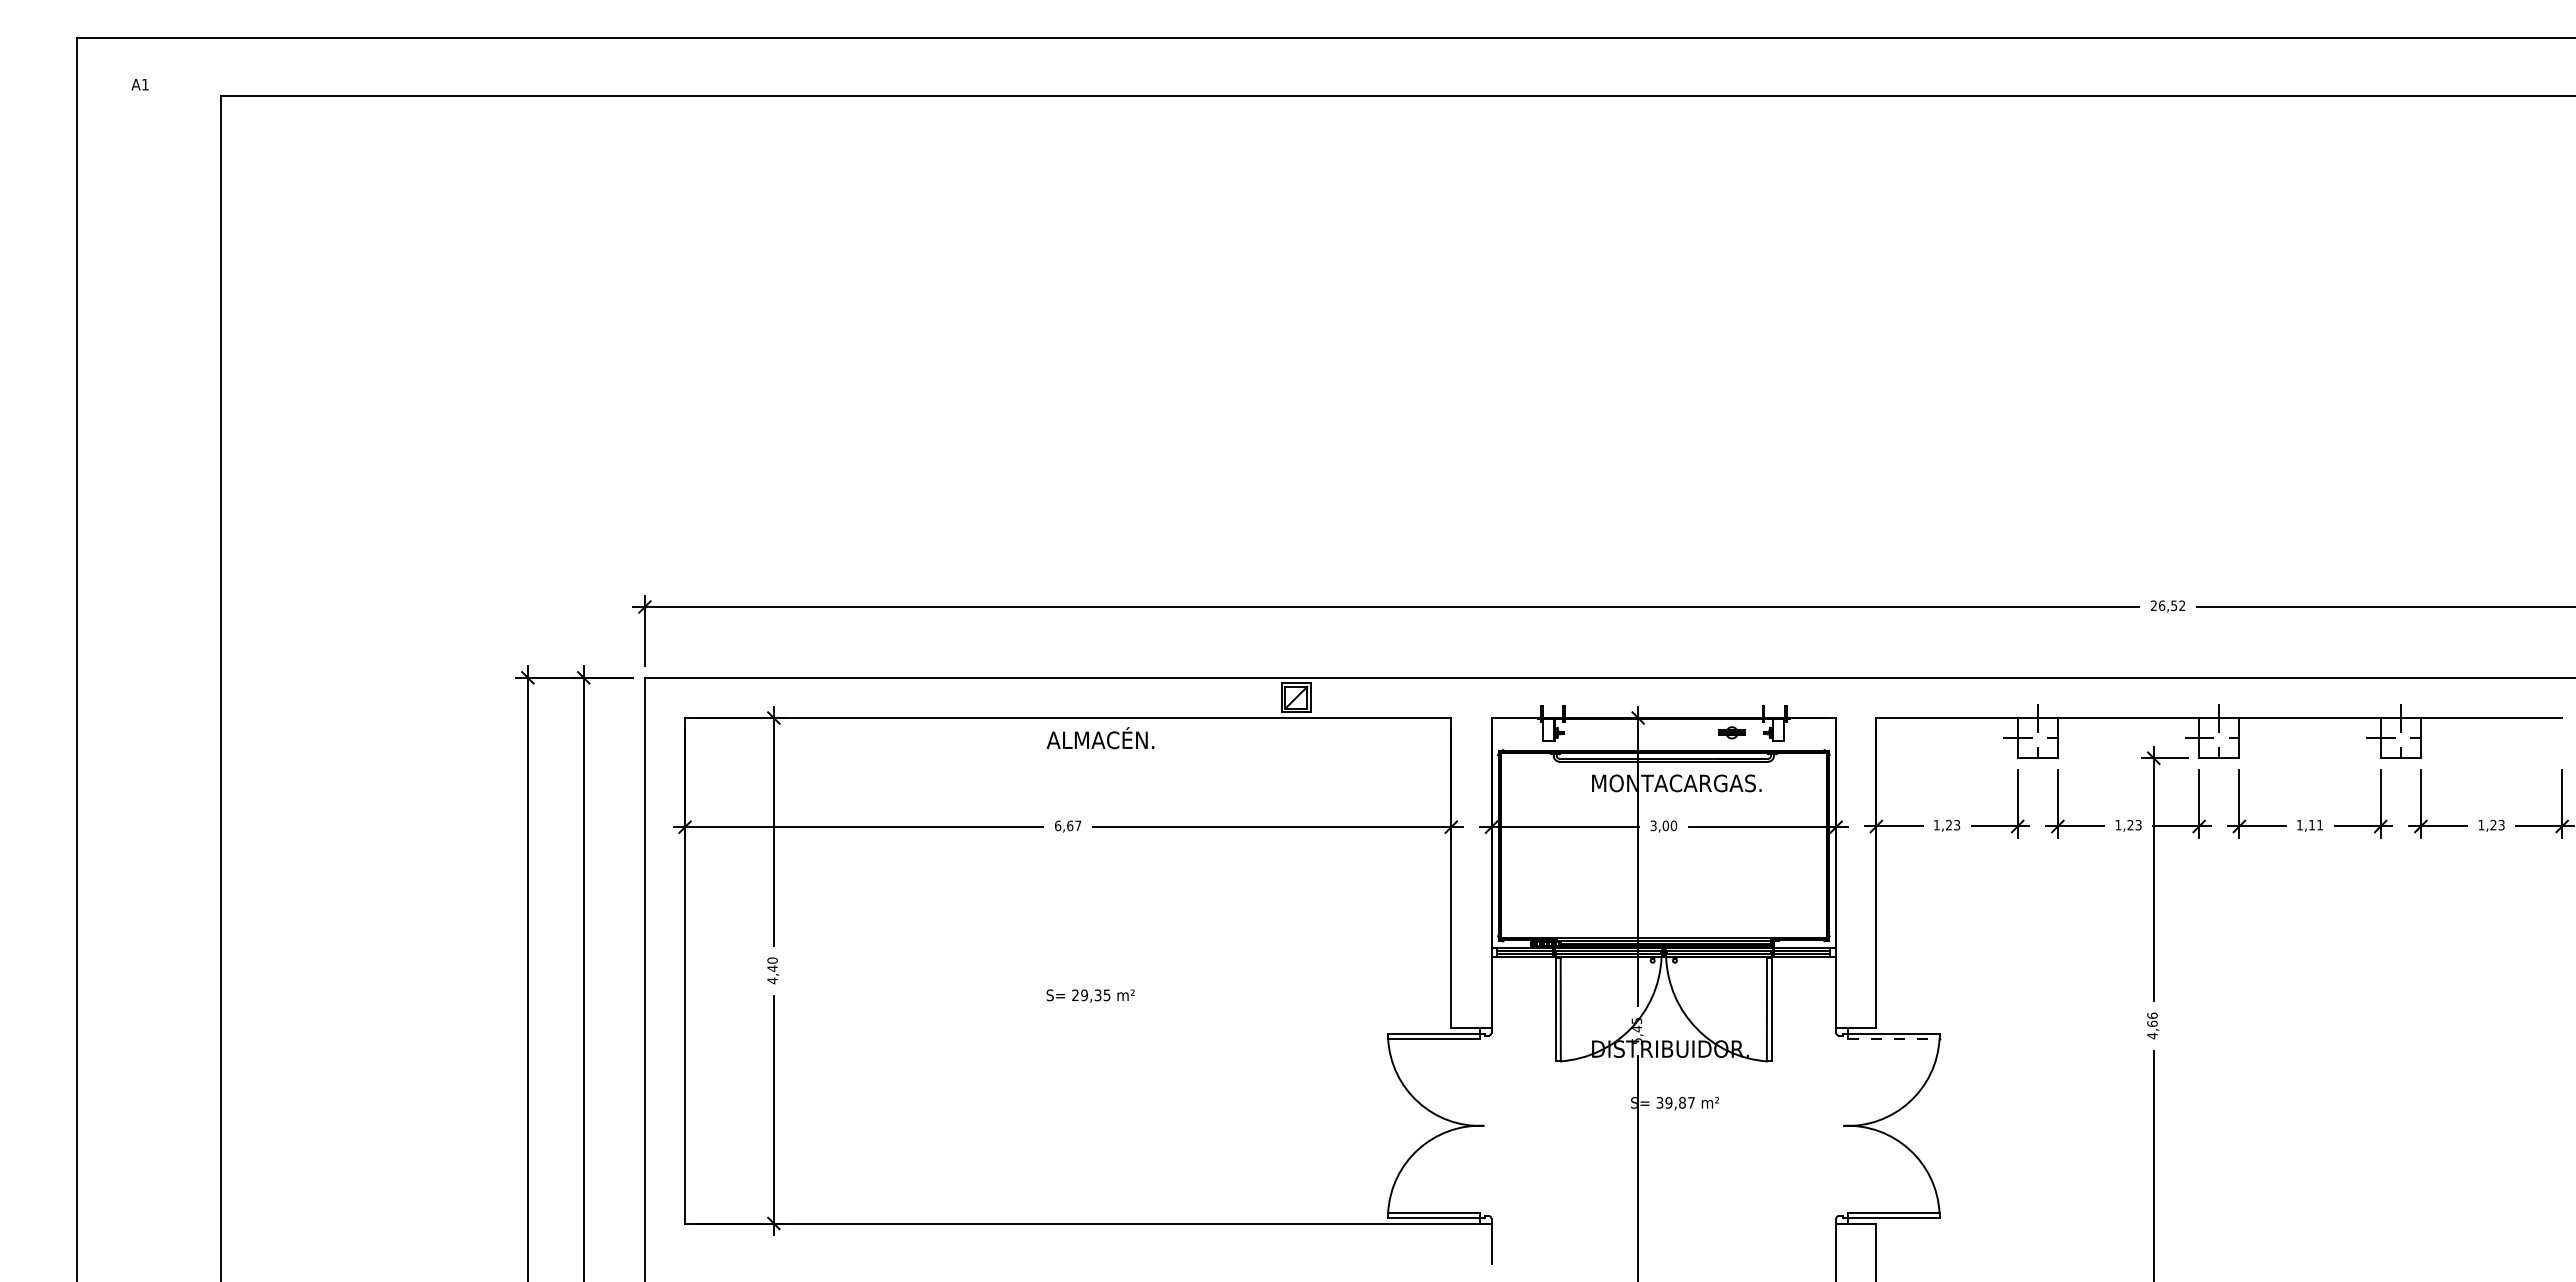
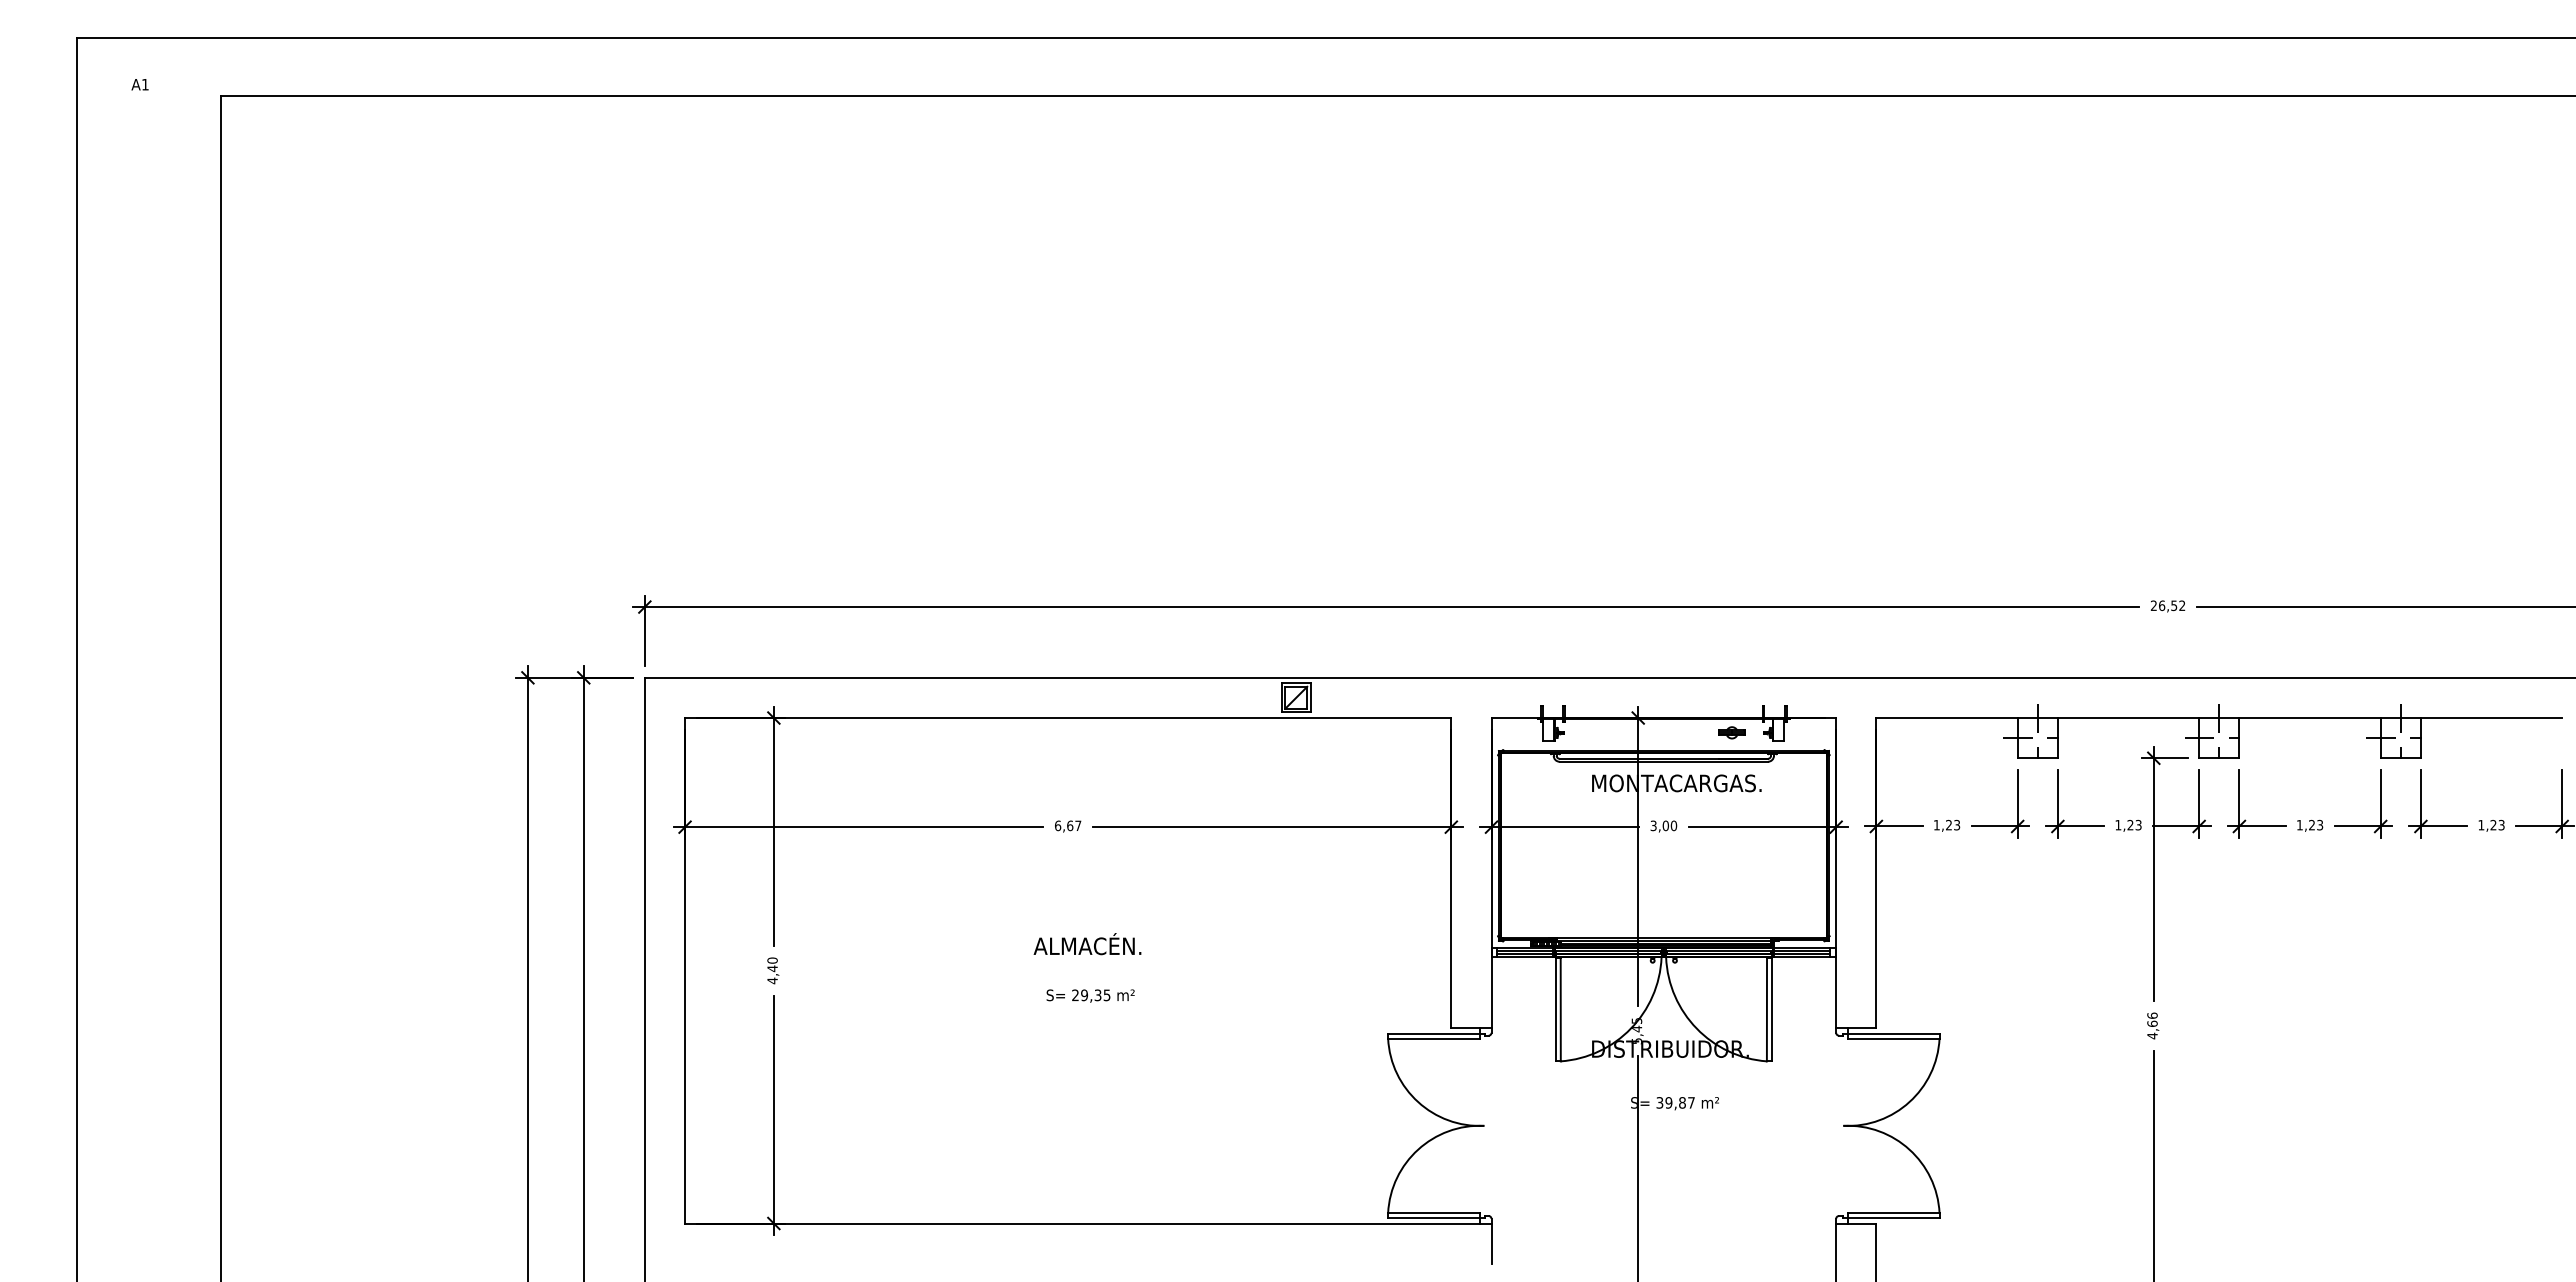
text at (1100, 738) position: (1100, 738) -> (1087, 944)
text at (2316, 824): 1,11 -> 1,23
line at (1893, 1038): dashed -> solid
